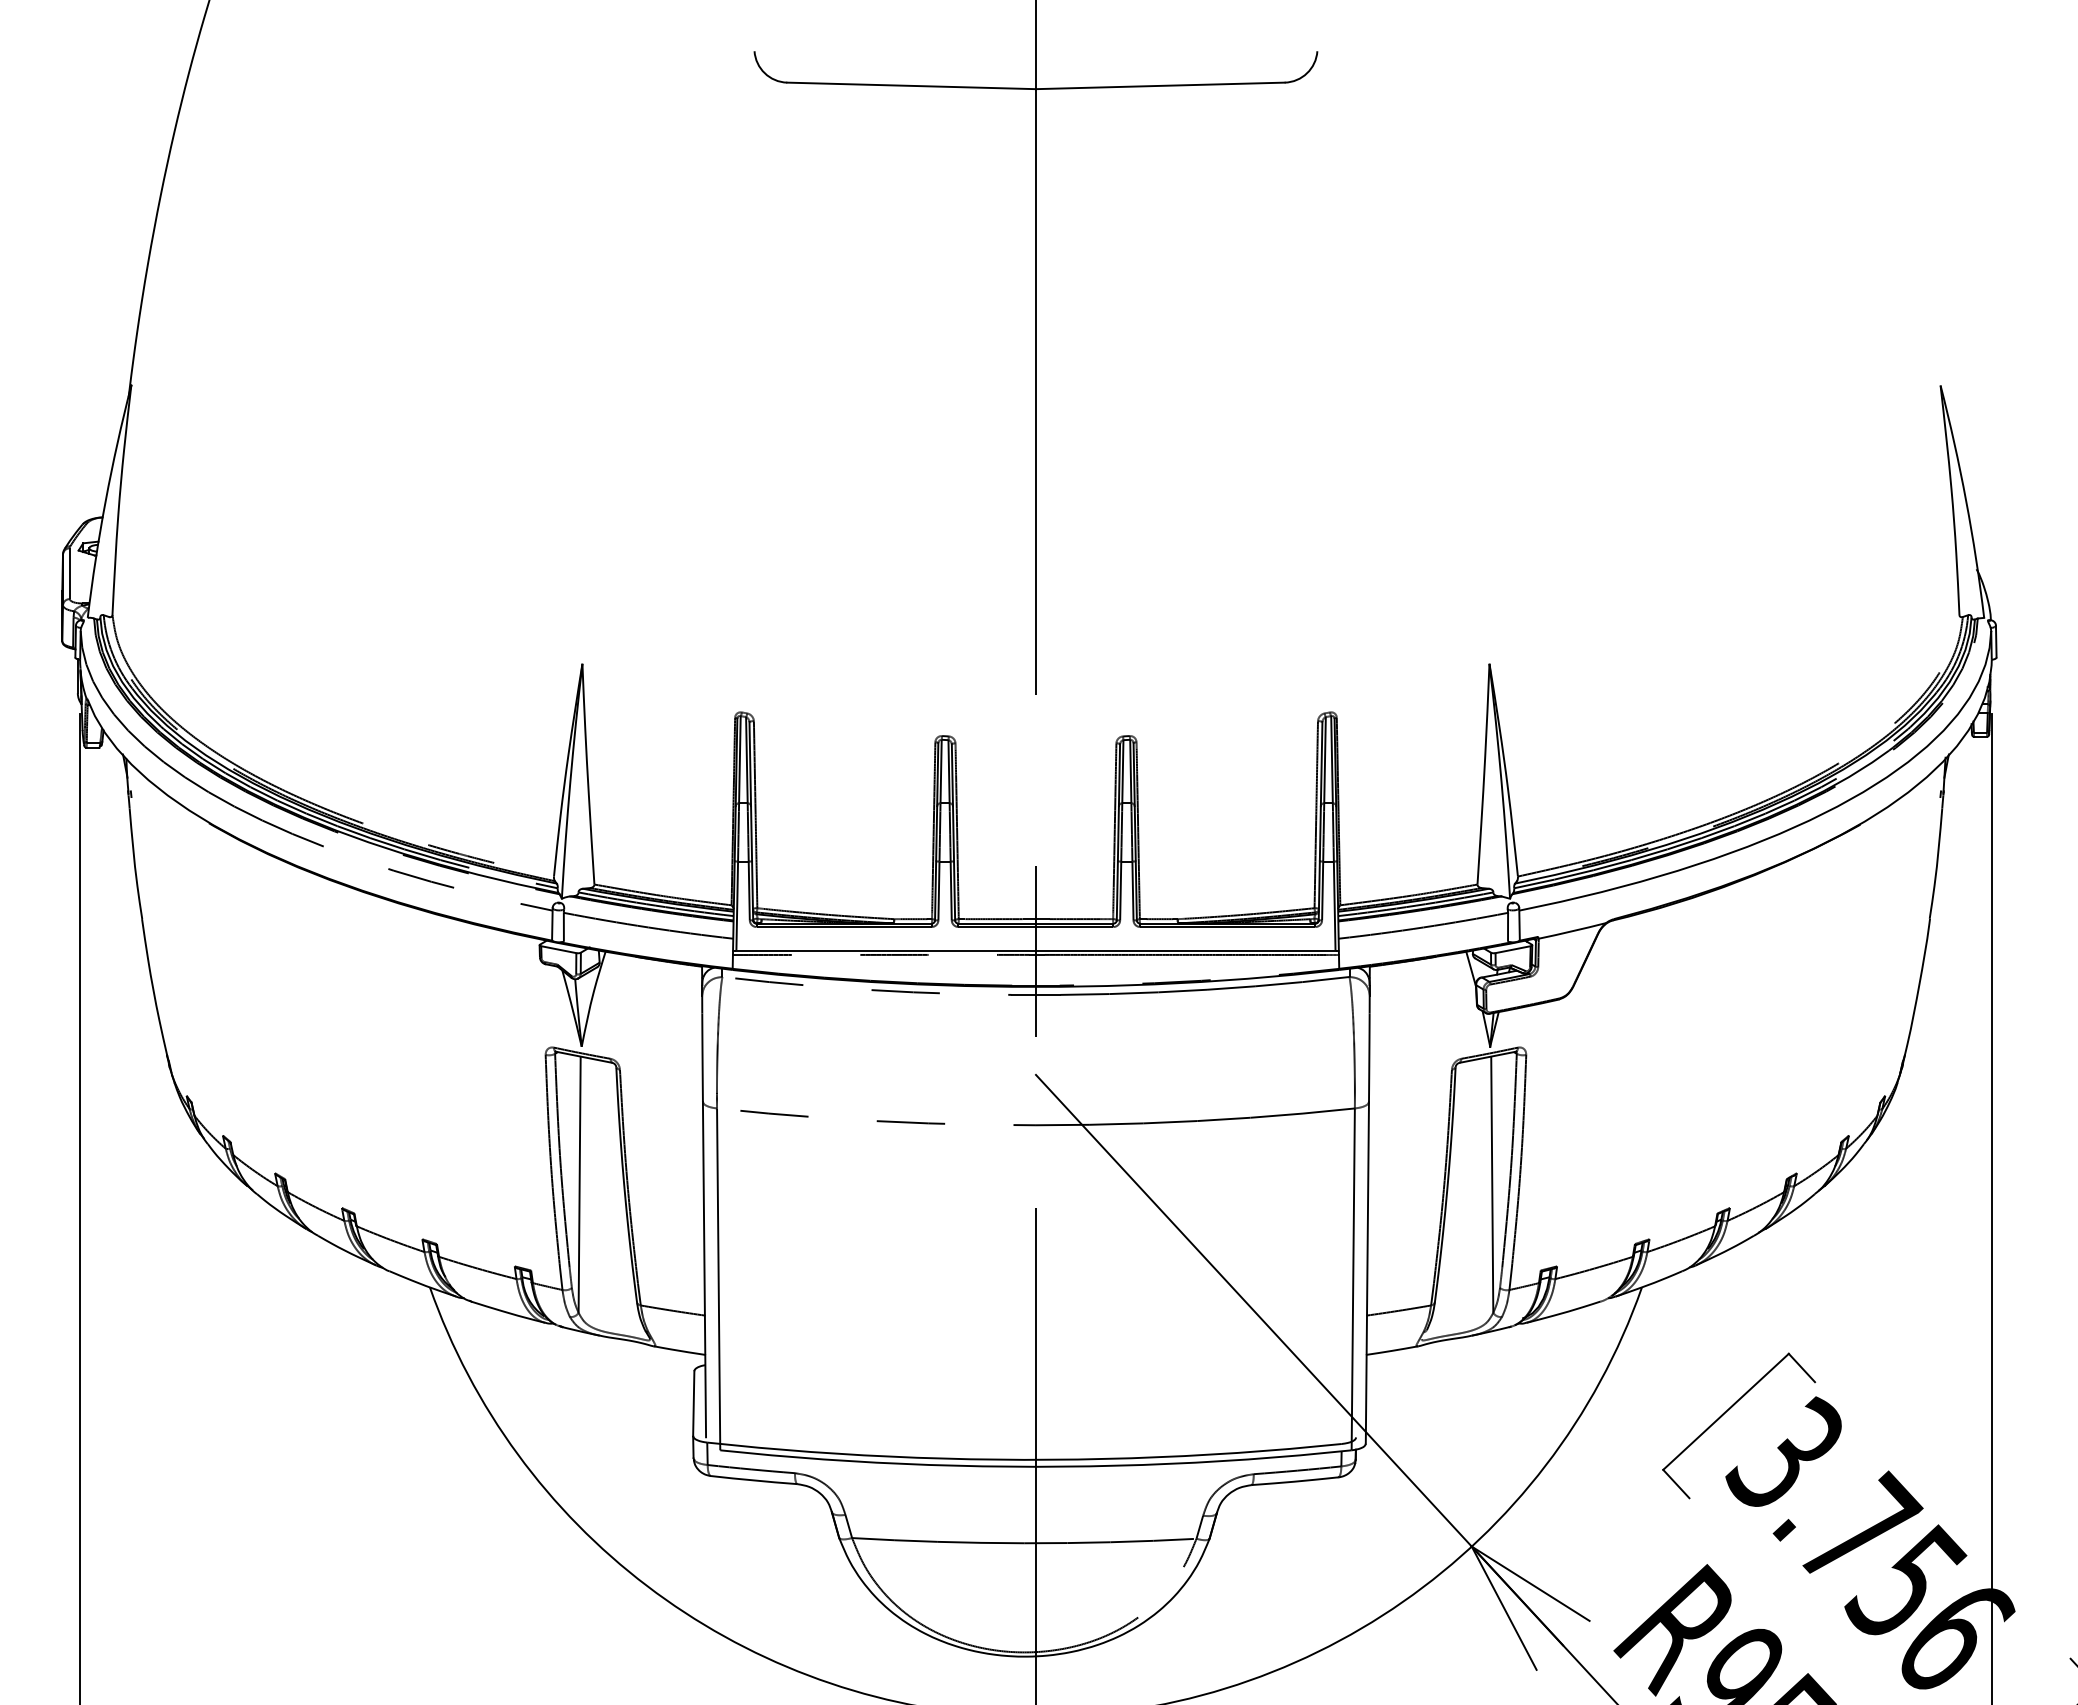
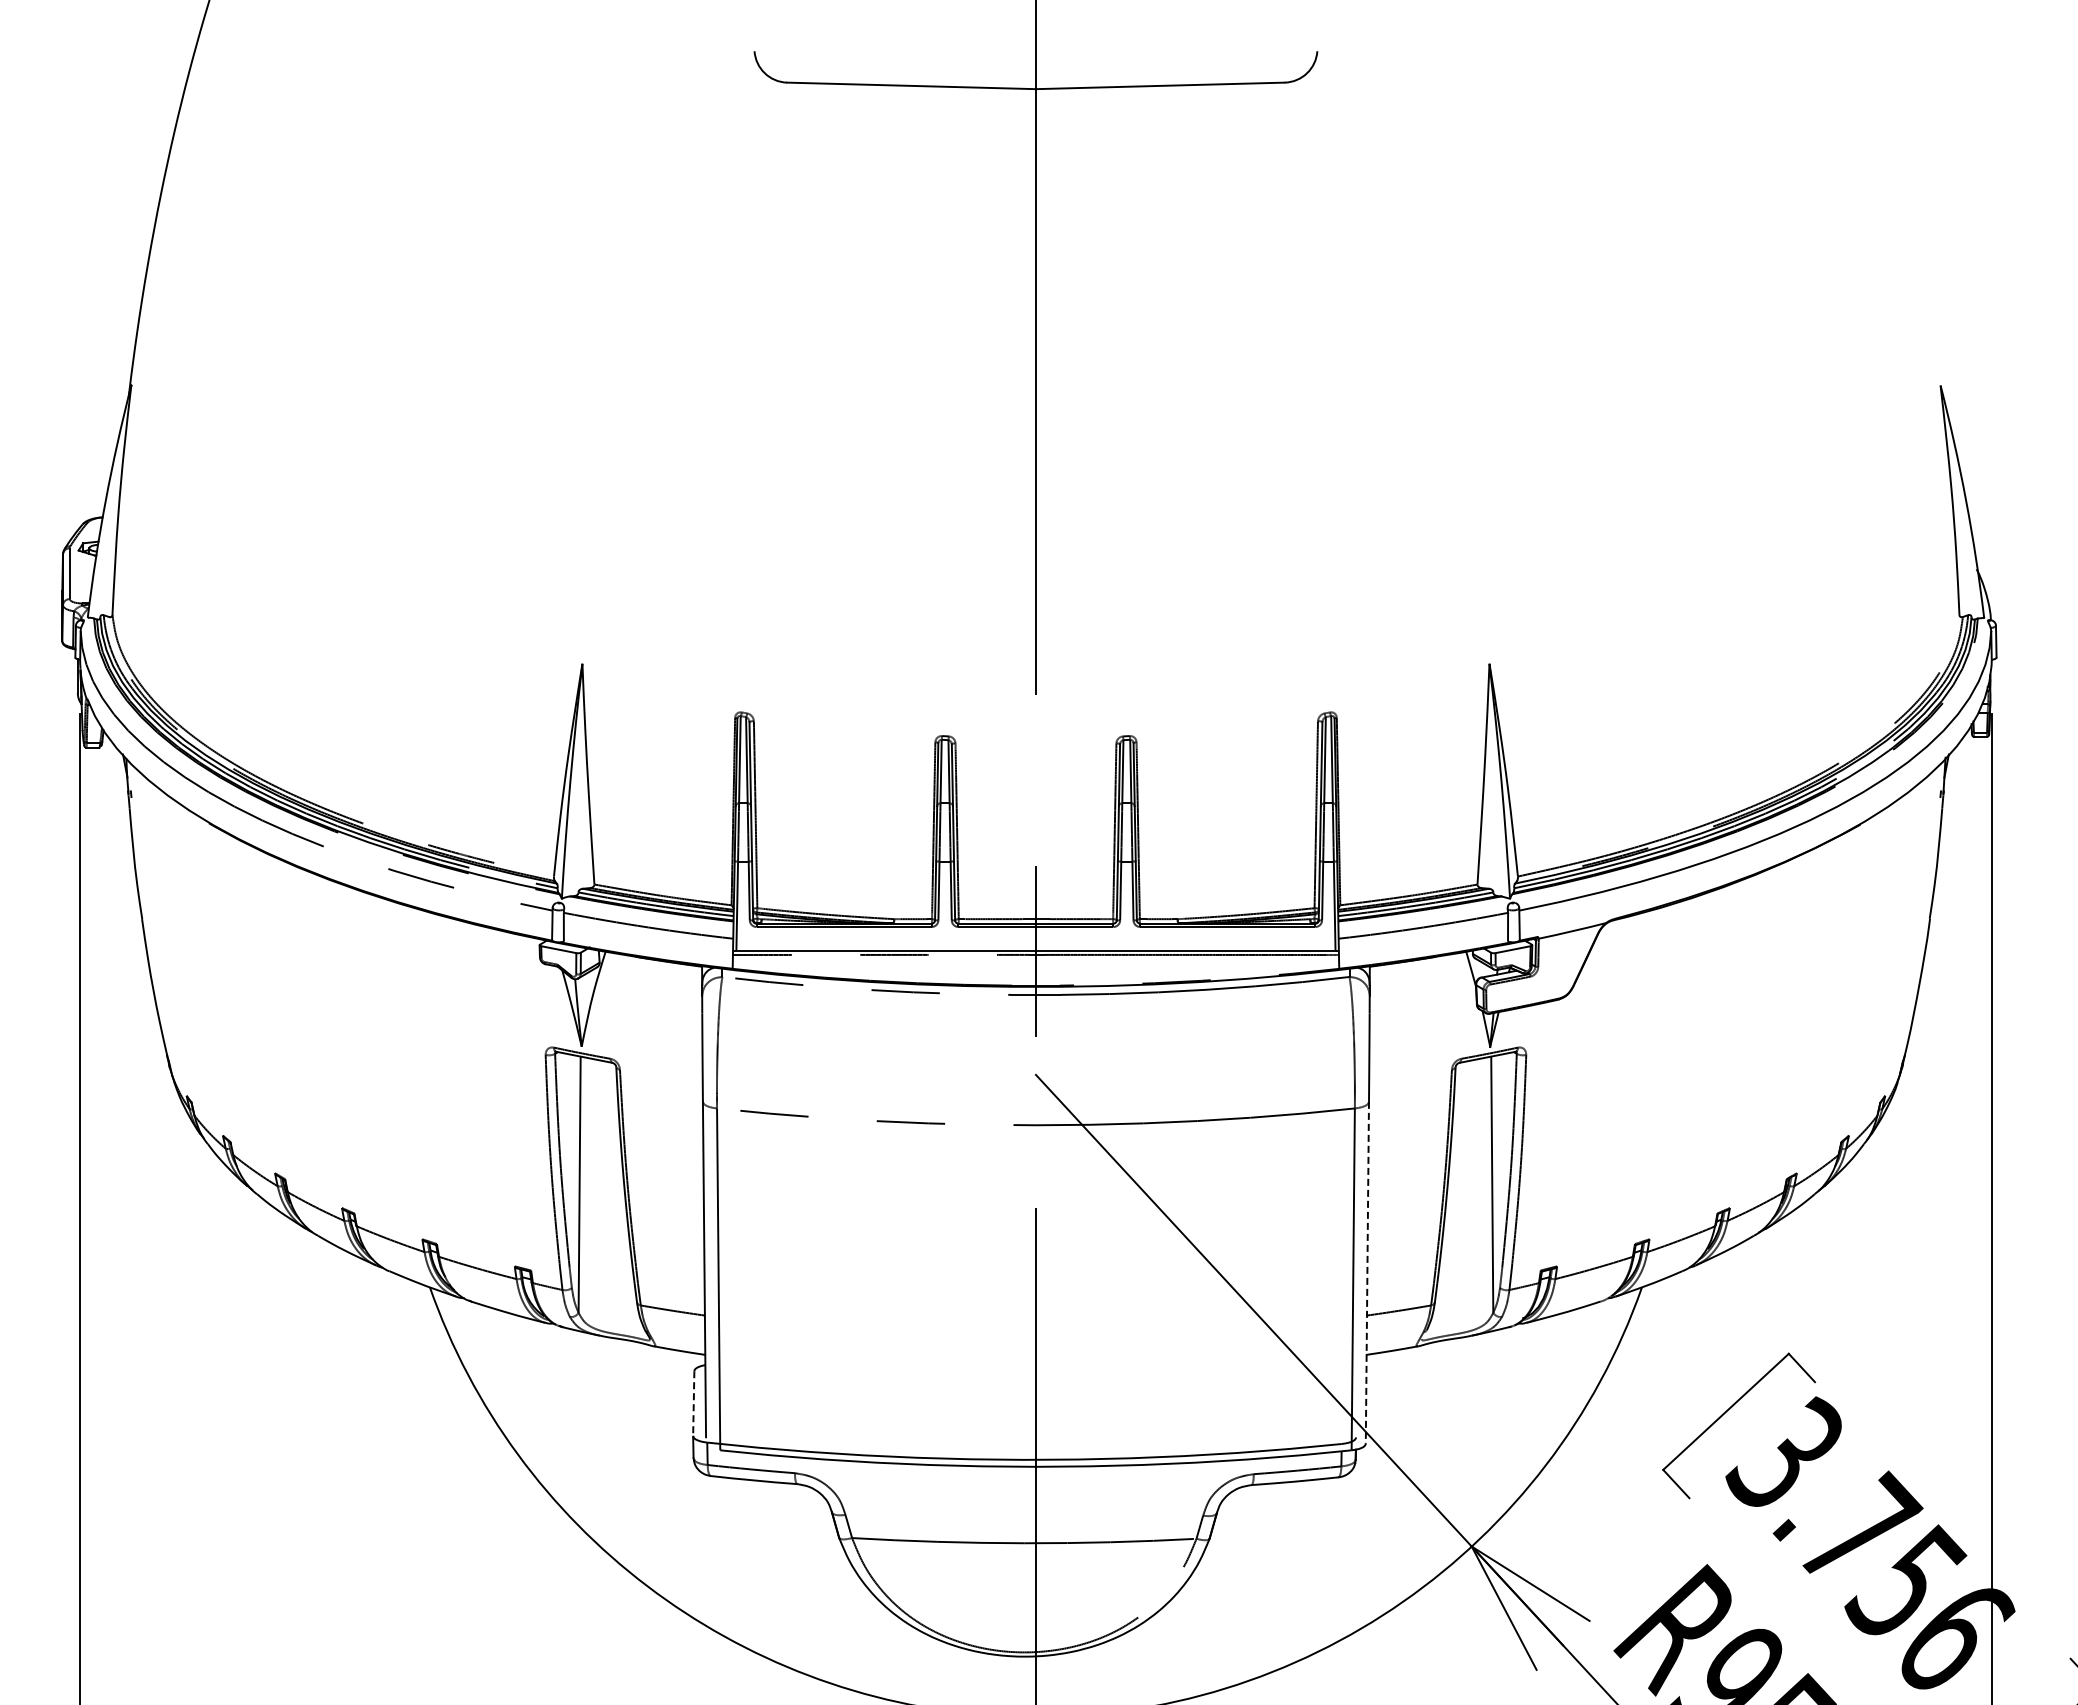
line at (1367, 1272): solid -> dashed
line at (693, 1404): solid -> dashed
